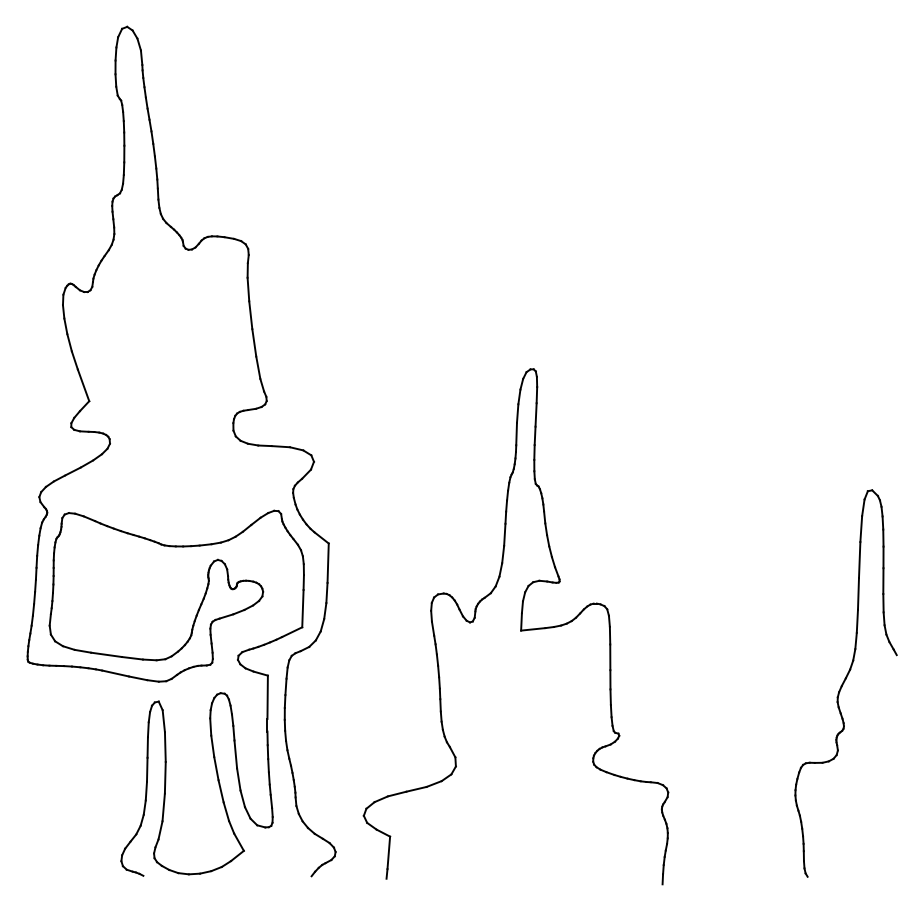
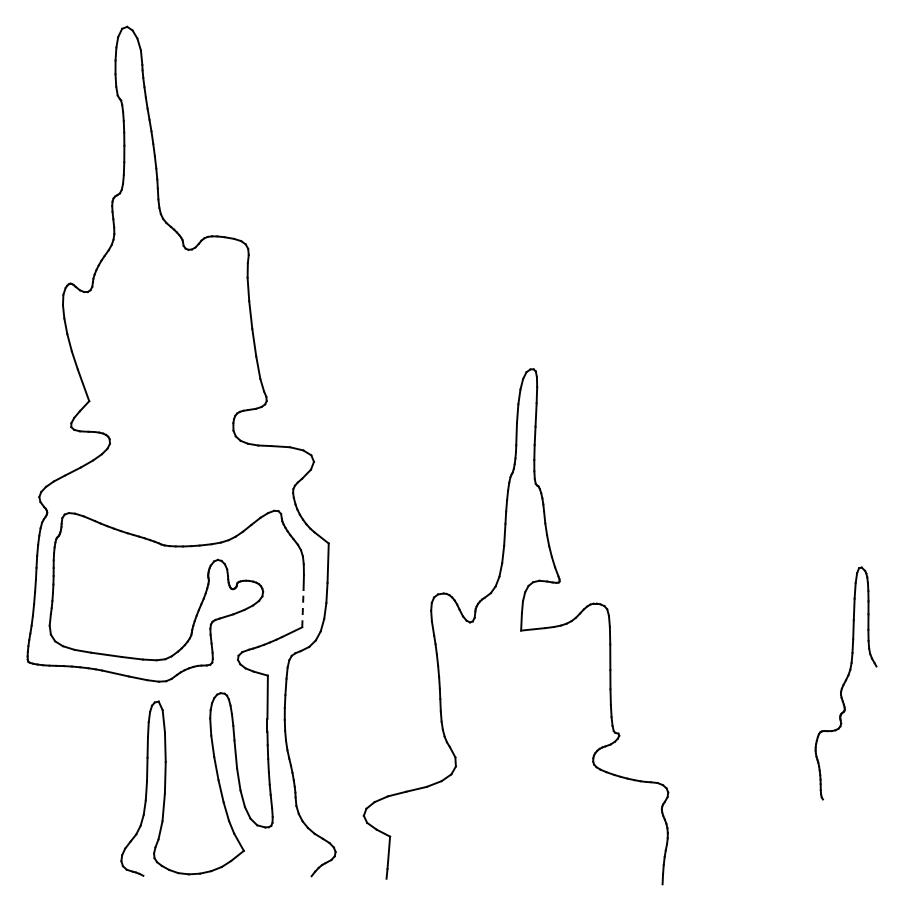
line at (302, 608): solid -> dashed
part at (845, 683) size: 104x389 px -> 64x235 px
